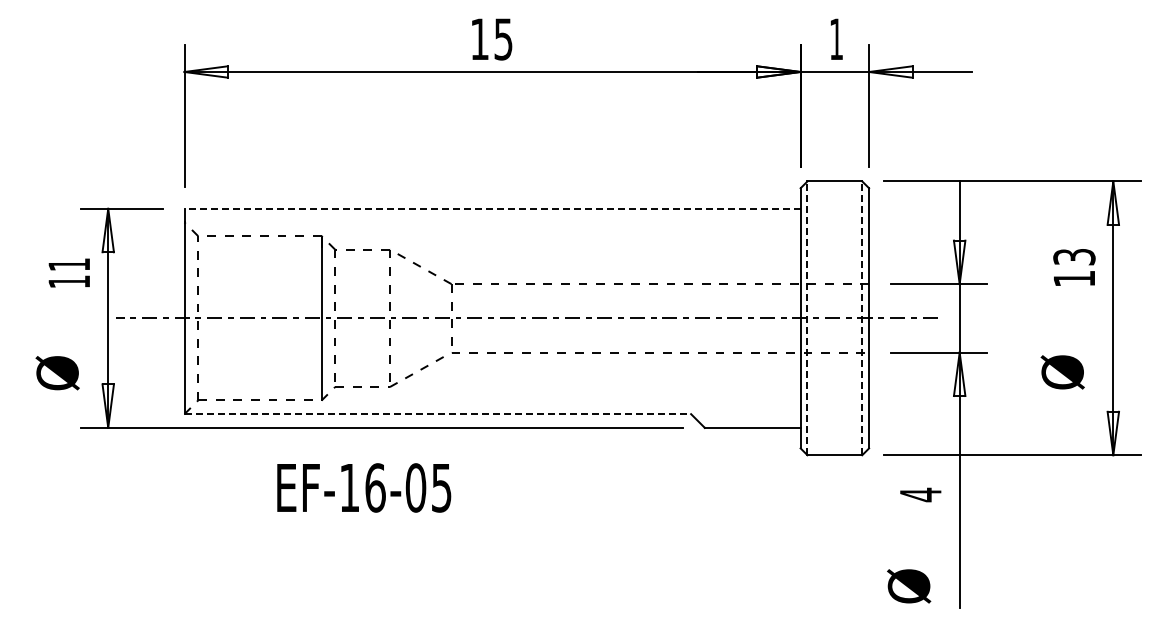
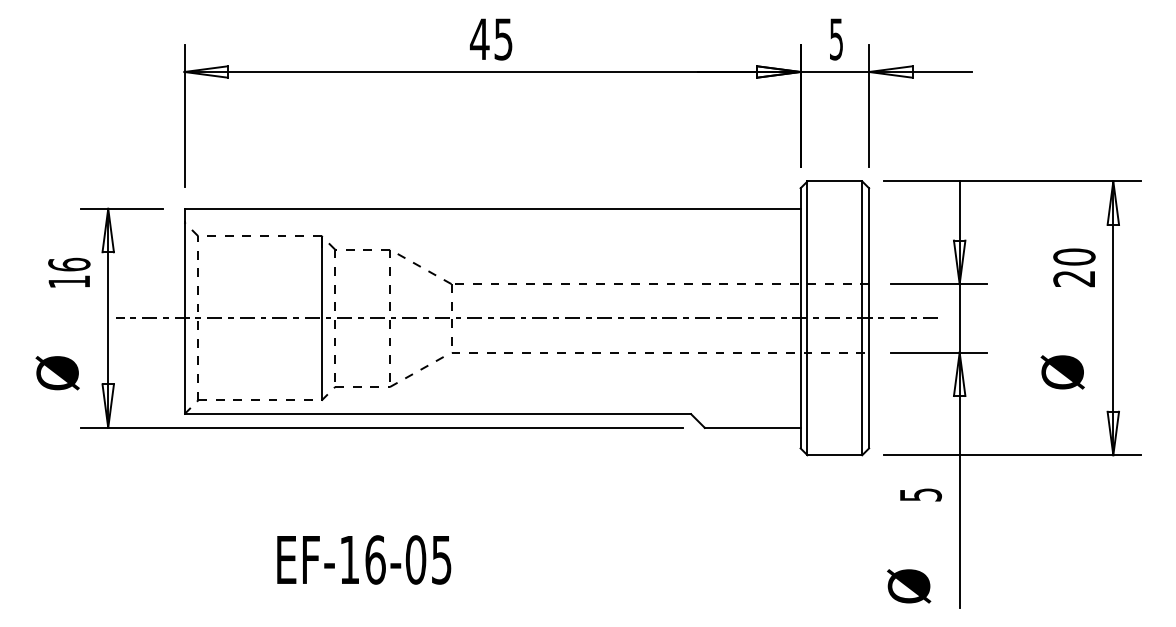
text at (479, 38): 15 -> 45
text at (836, 39): 1 -> 5
line at (492, 208): dashed -> solid
text at (69, 264): 11 -> 16
text at (1074, 267): 13 -> 20
line at (807, 318): dashed -> solid
line at (862, 318): dashed -> solid
line at (438, 414): dashed -> solid
text at (364, 487) position: (364, 487) -> (364, 559)
text at (921, 494): 4 -> 5
